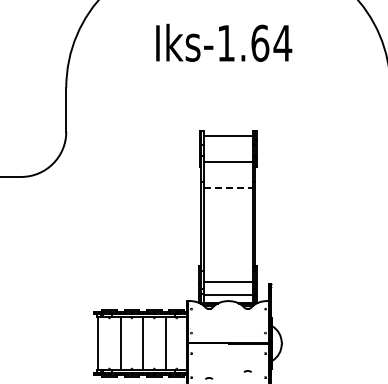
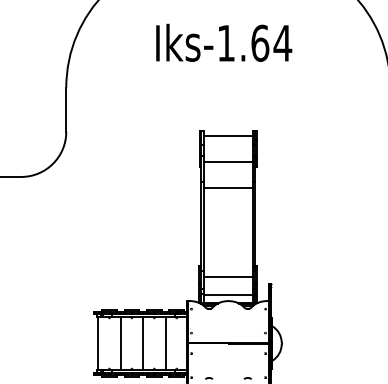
line at (228, 187): dashed -> solid
line at (227, 281) position: (227, 281) -> (227, 276)
curve at (247, 371) position: (247, 371) -> (247, 378)
